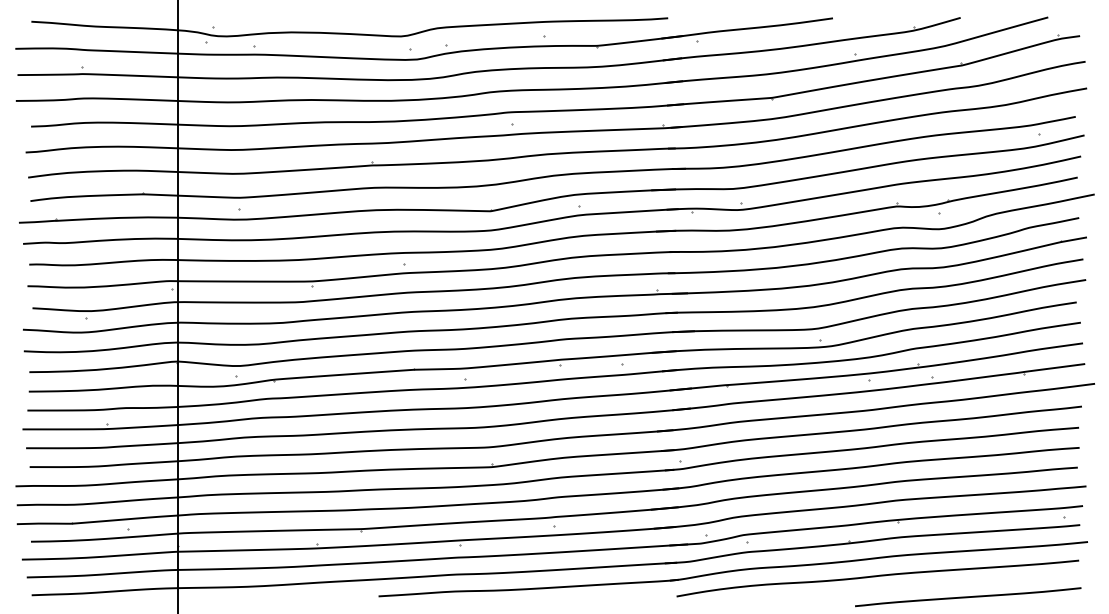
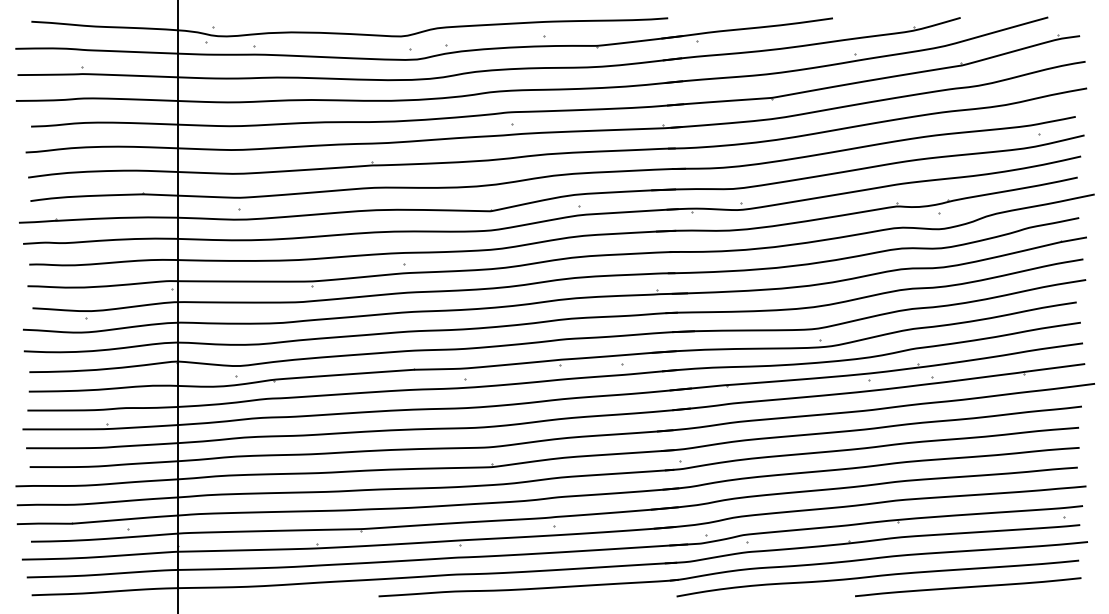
curve at (968, 597) position: (968, 597) -> (968, 587)
